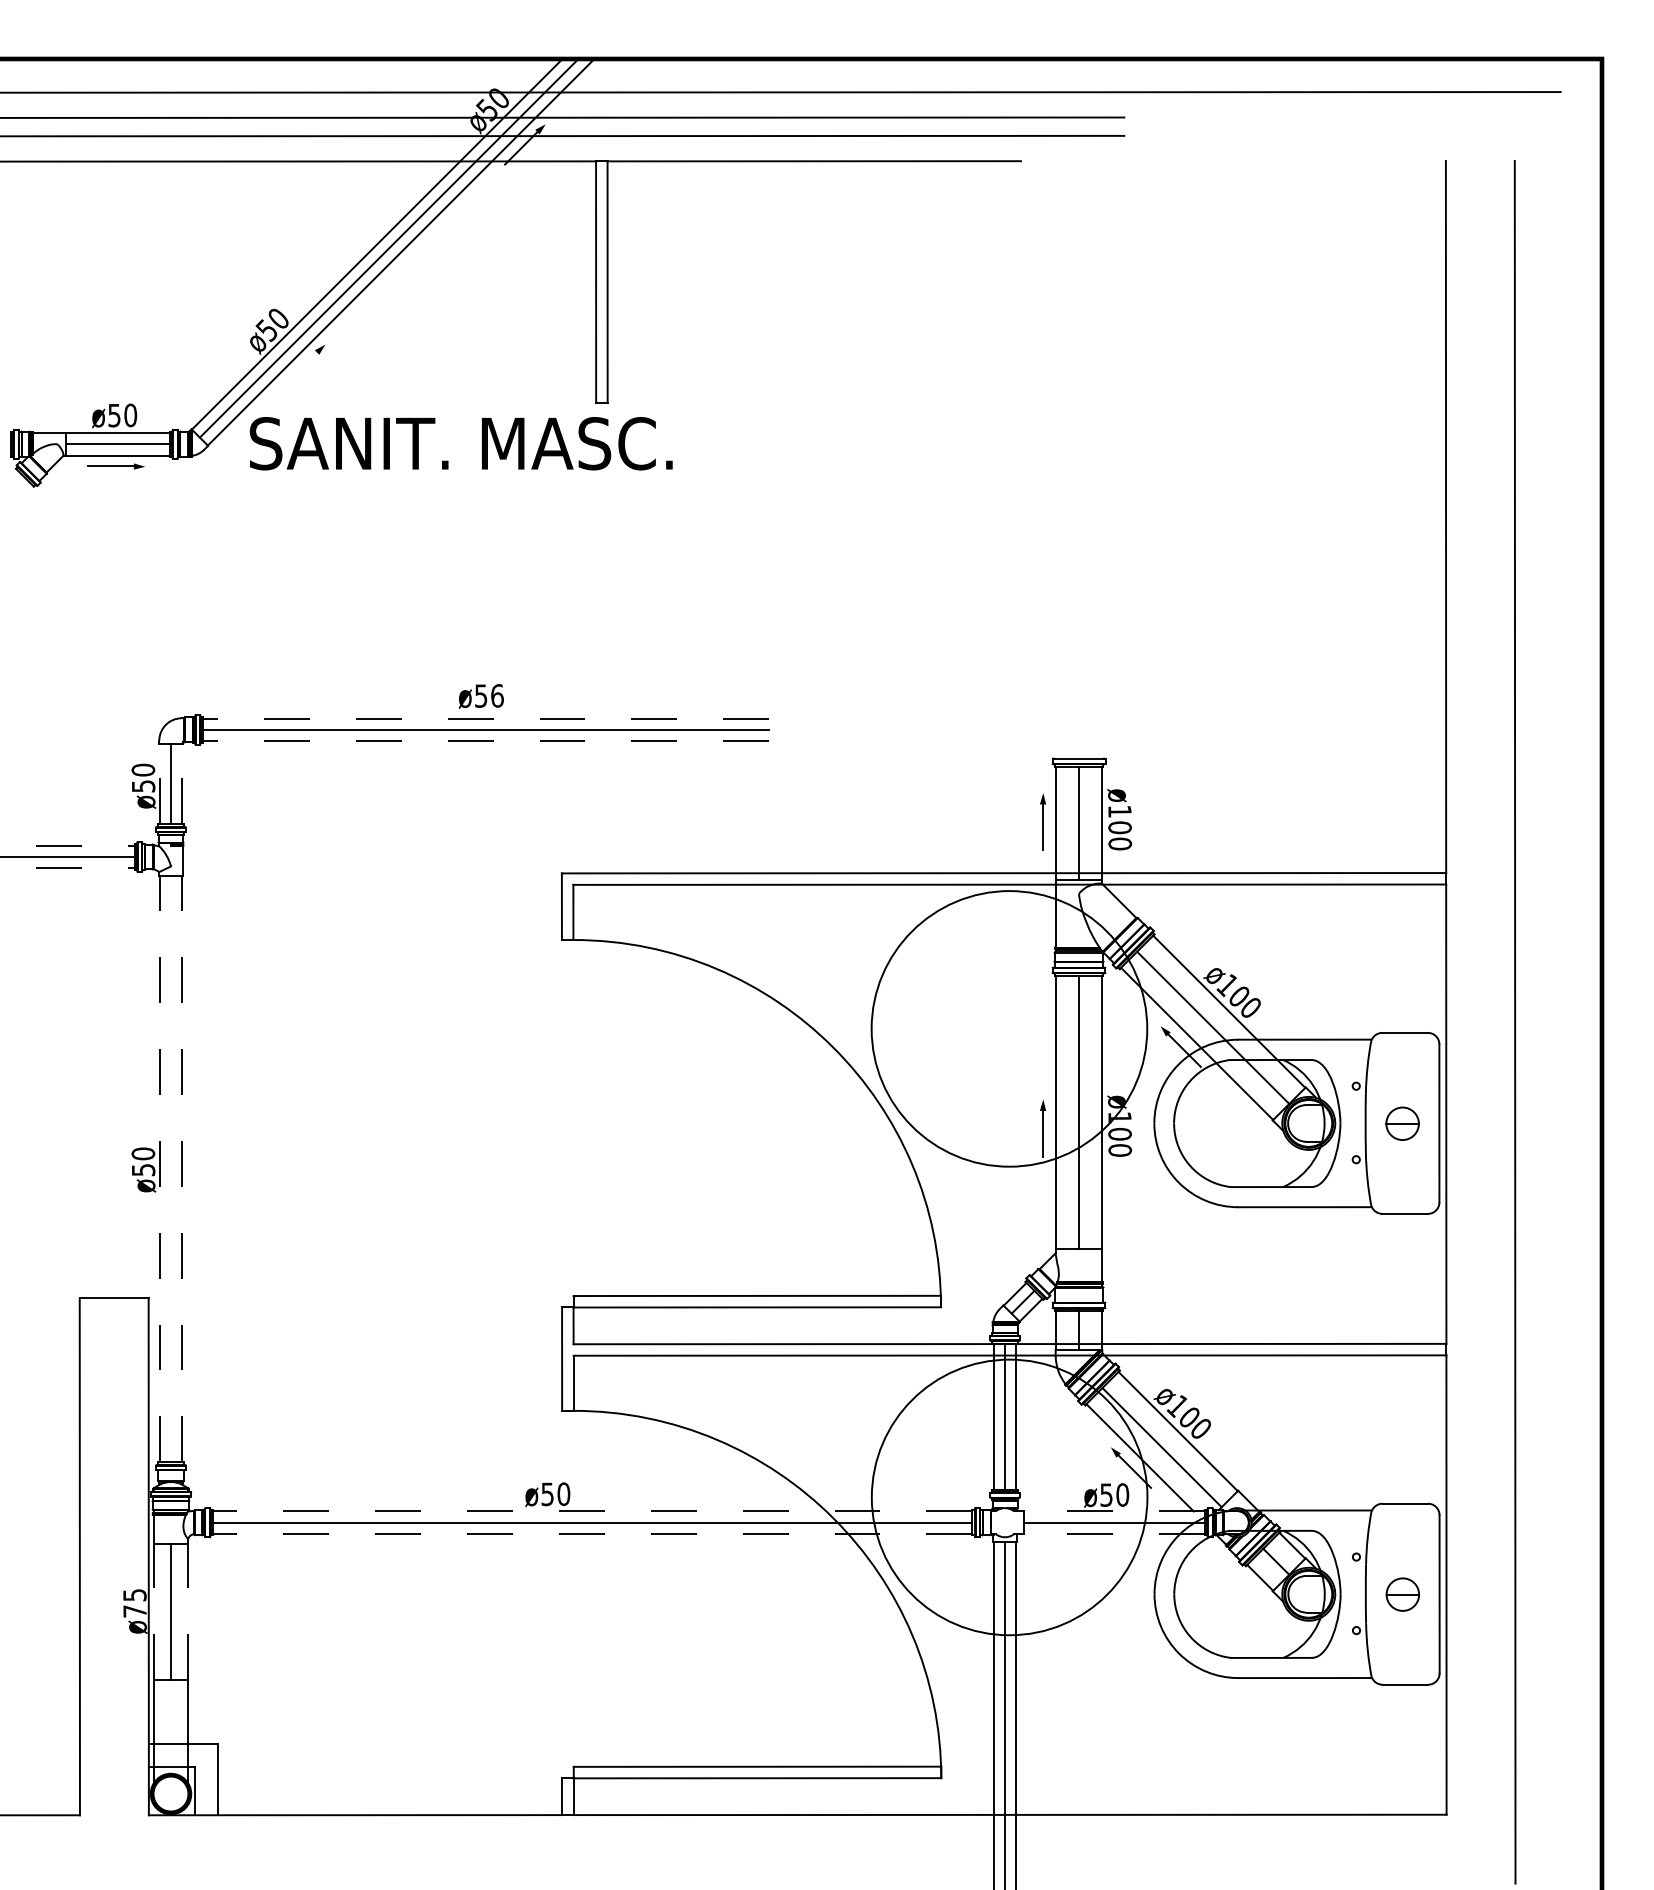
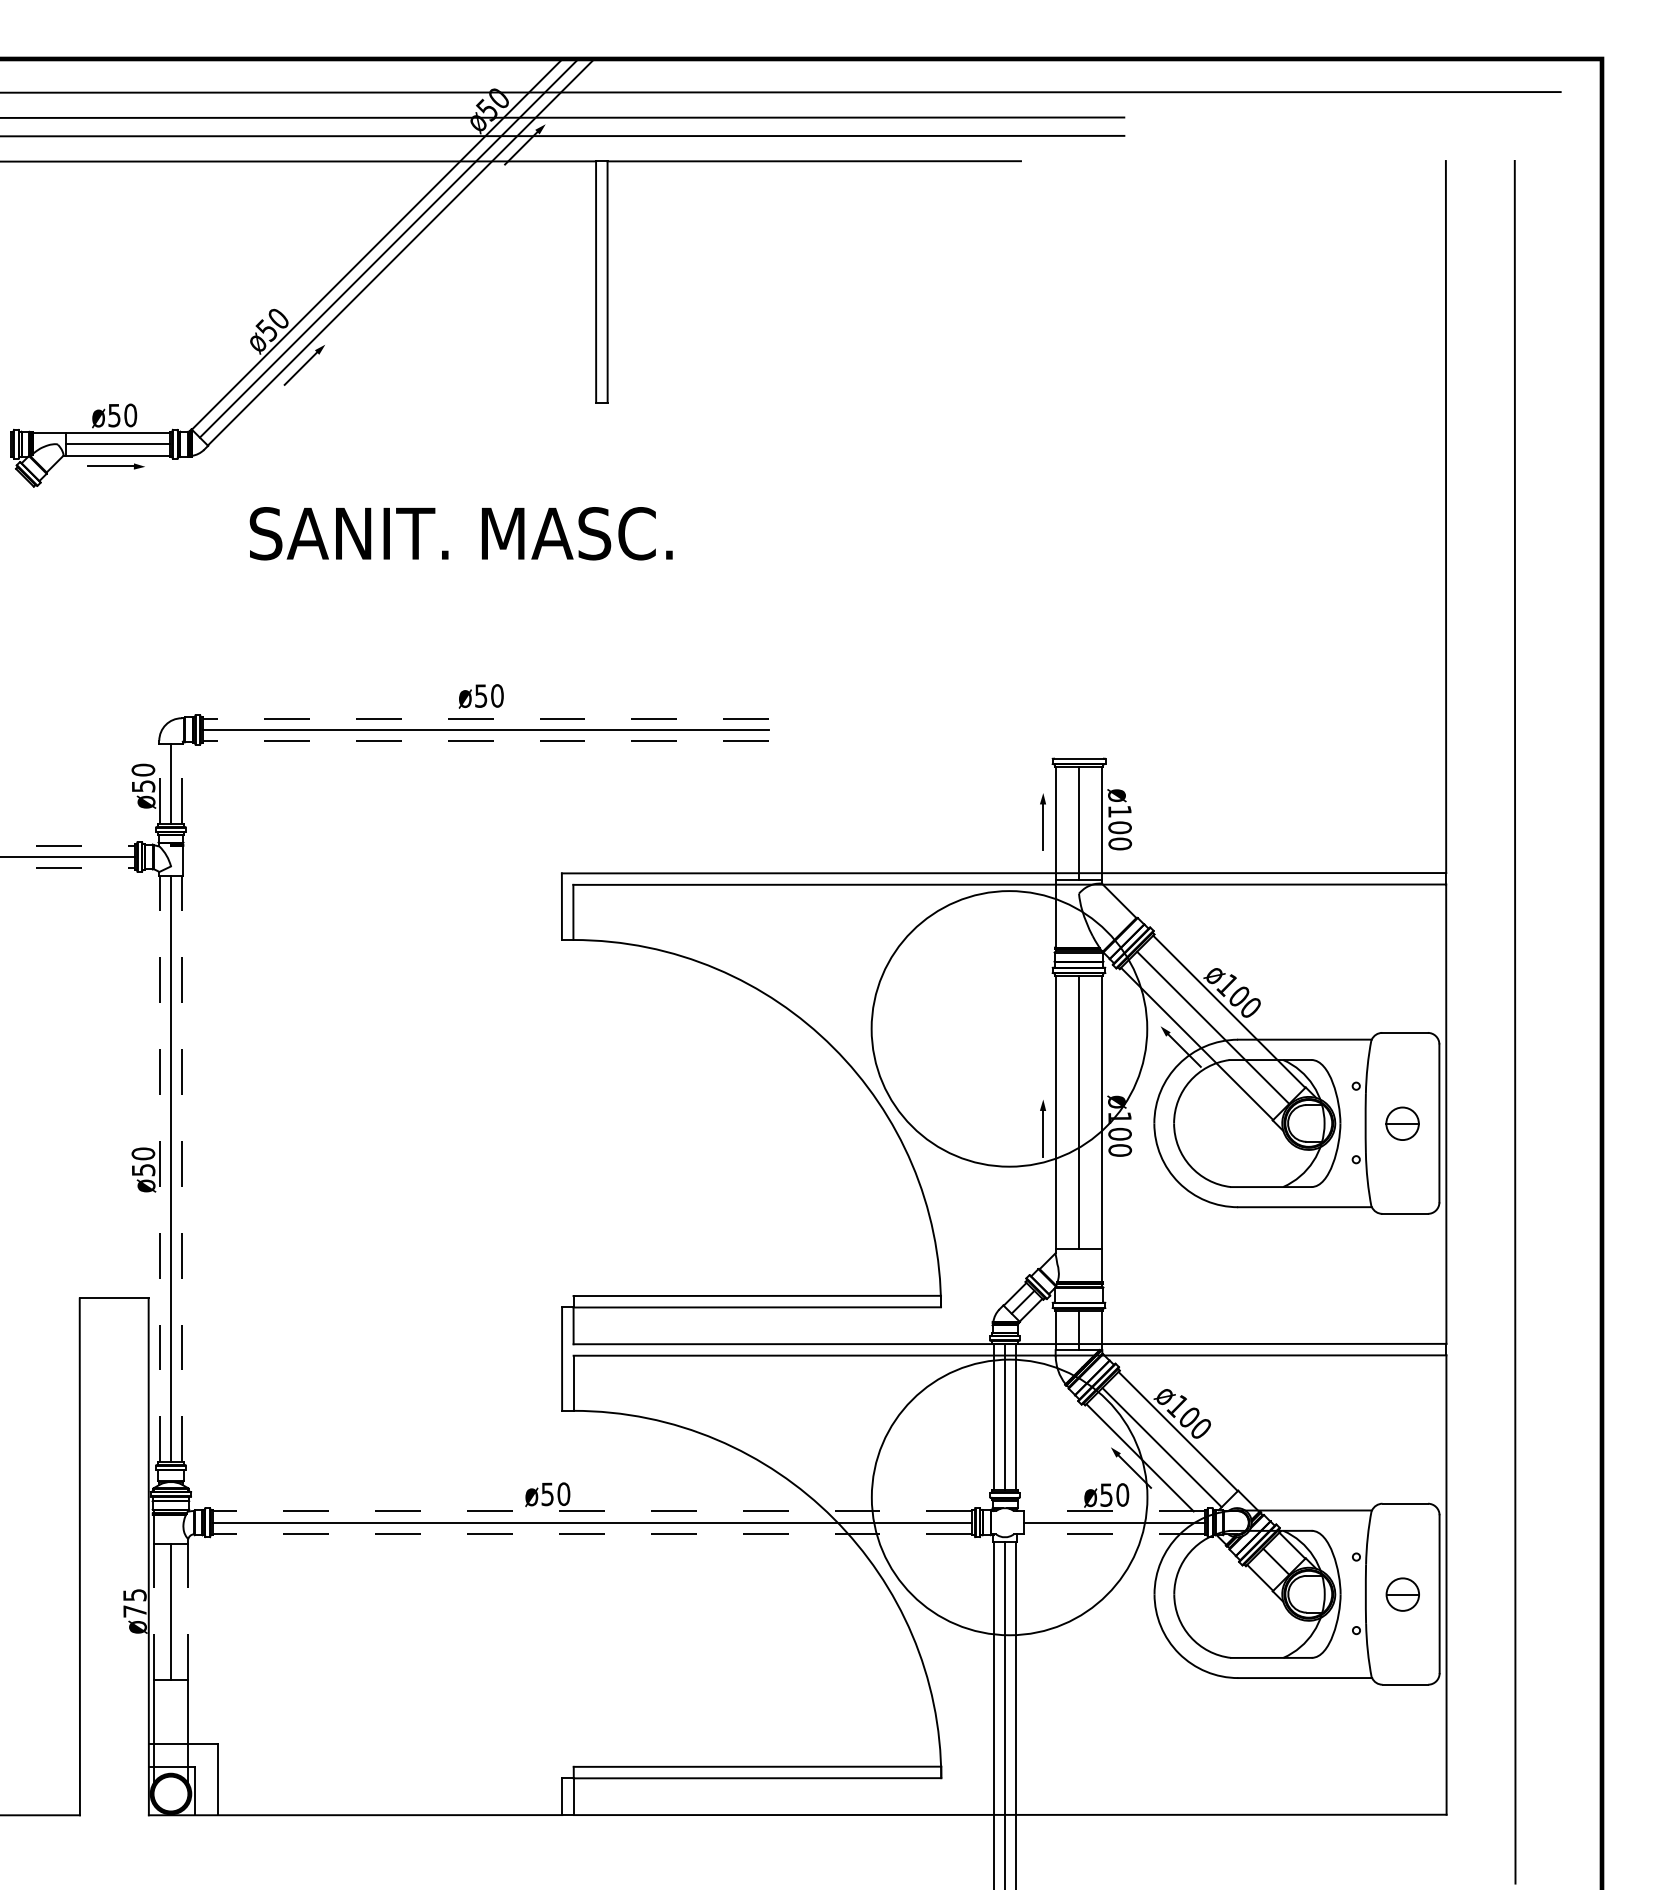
line at (300, 368): none -> present
text at (460, 443) position: (460, 443) -> (460, 533)
text at (497, 695): ø56 -> ø50
line at (170, 1169): none -> present
